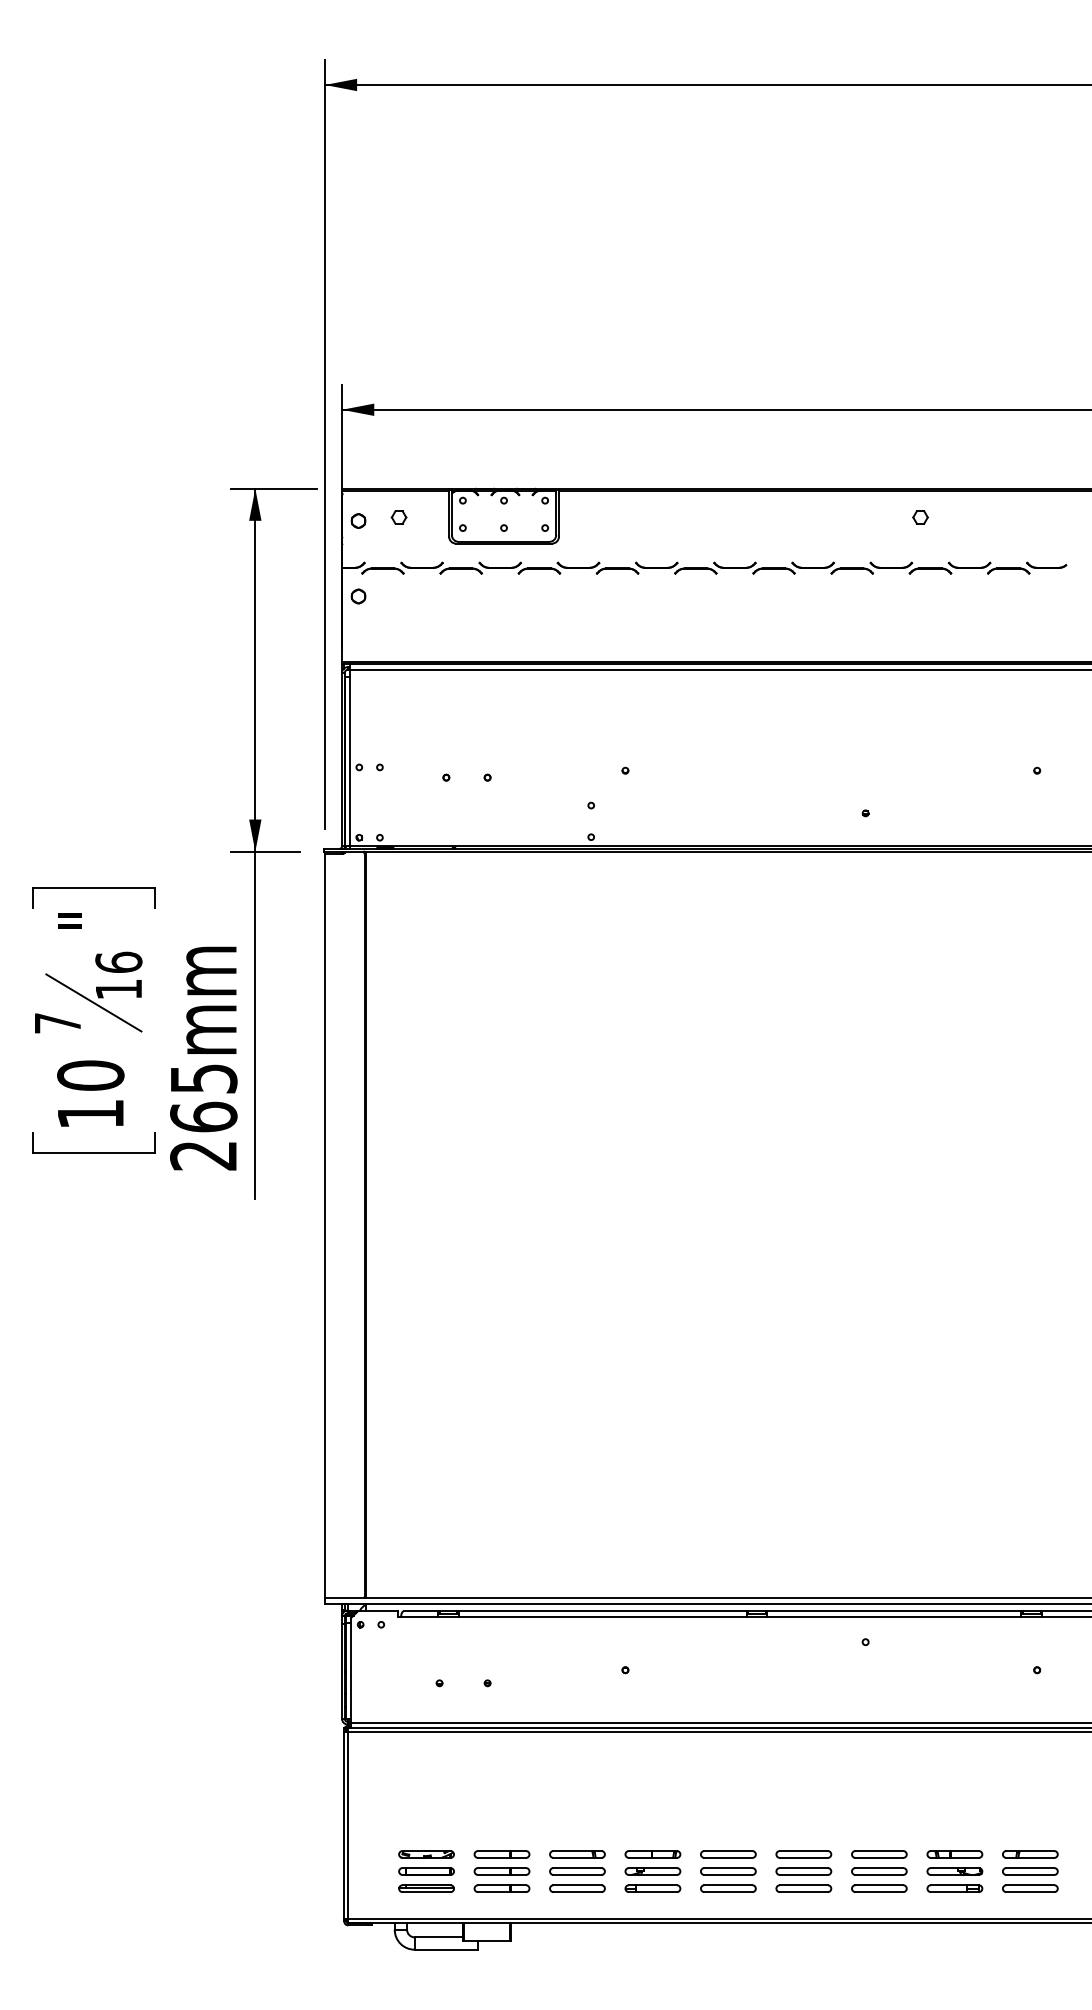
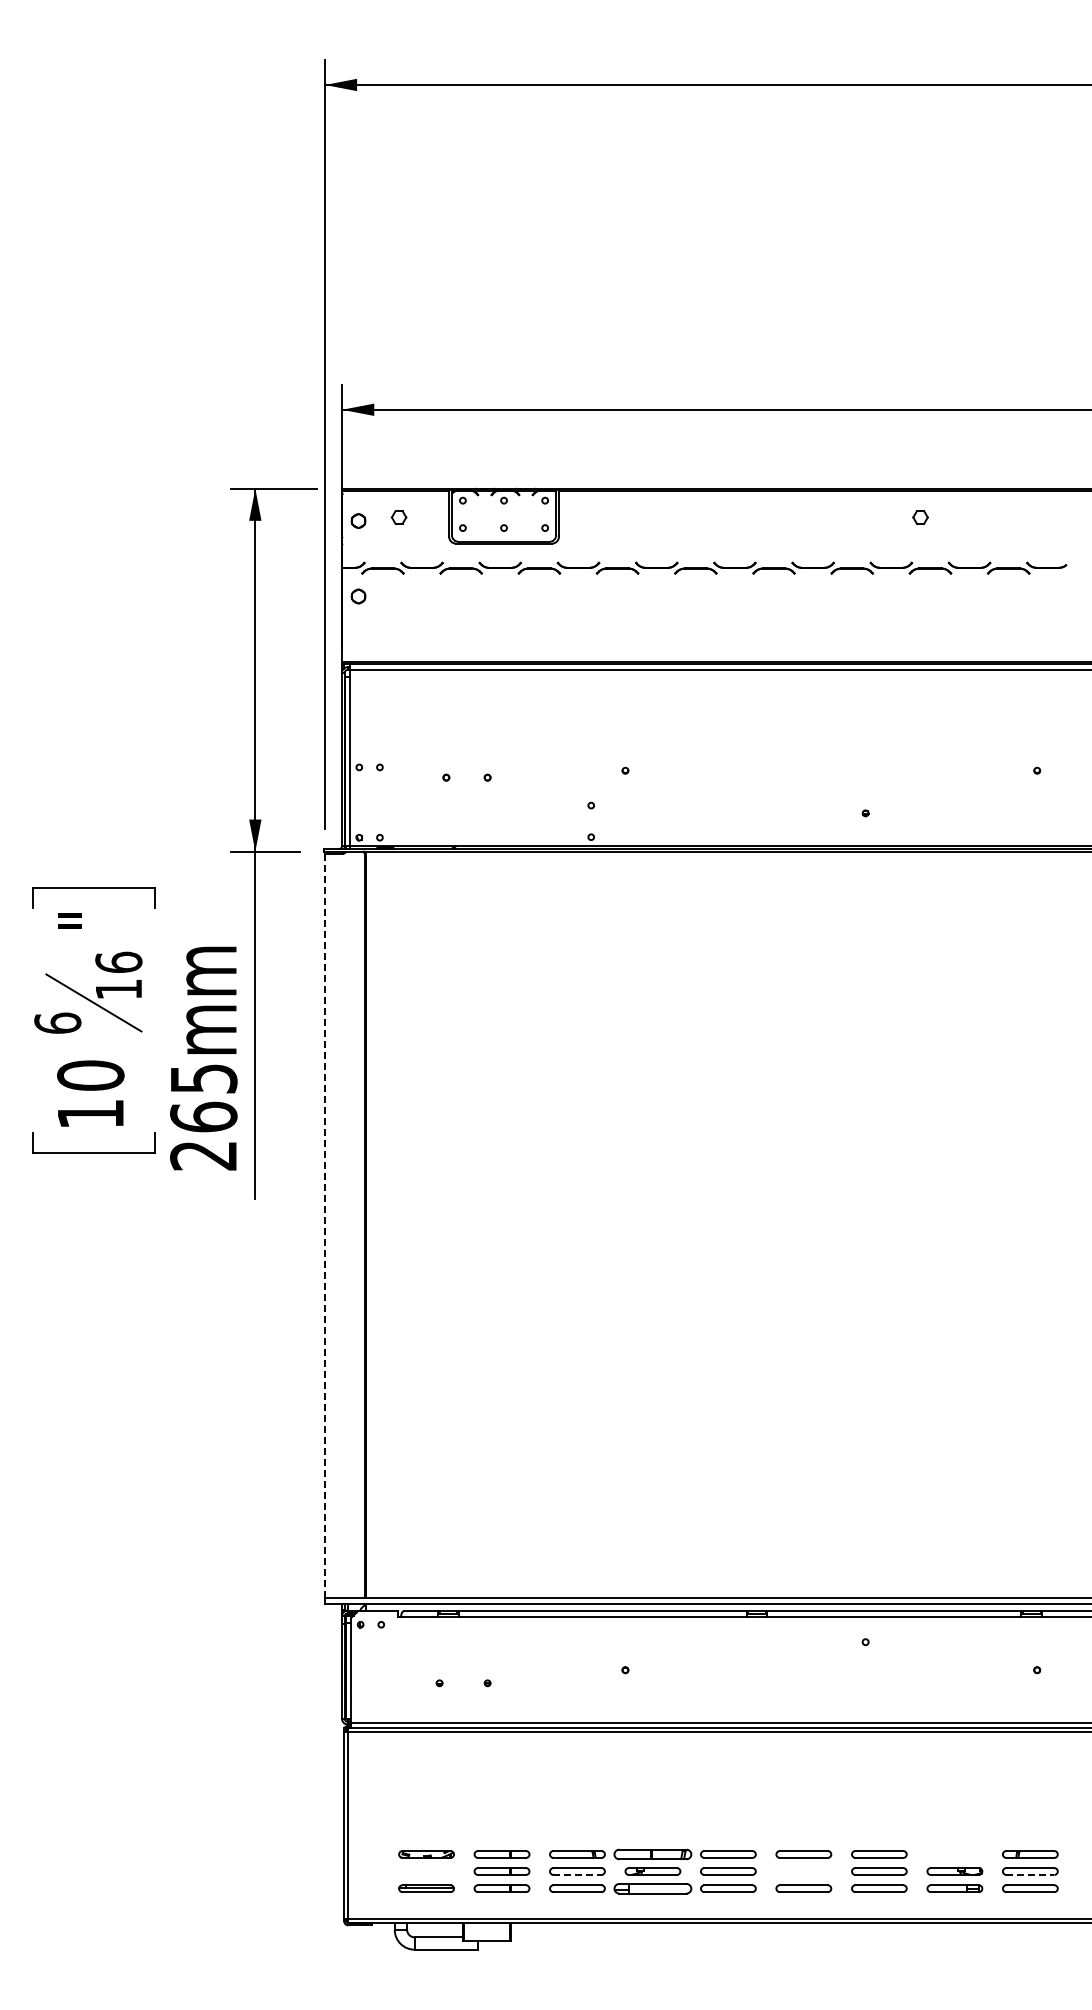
text at (57, 1022): 7 -> 6
line at (324, 1226): solid -> dashed
part at (652, 1854) size: 58x9 px -> 80x13 px
part at (954, 1854): present -> none
part at (426, 1871): present -> none
part at (803, 1871): present -> none
line at (577, 1874): solid -> dashed
line at (1030, 1874): solid -> dashed
part at (652, 1888) size: 58x9 px -> 80x12 px
